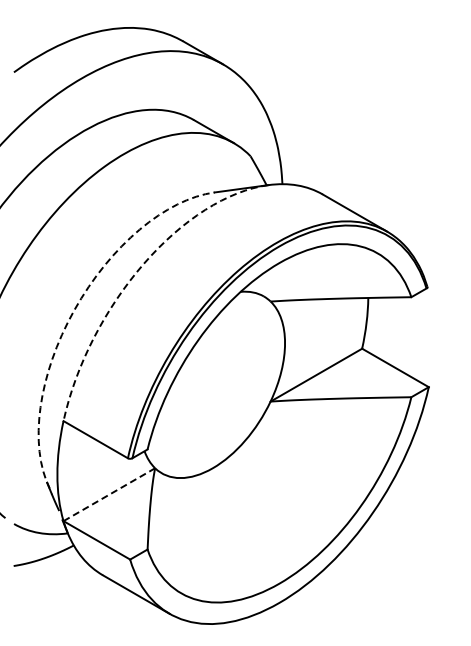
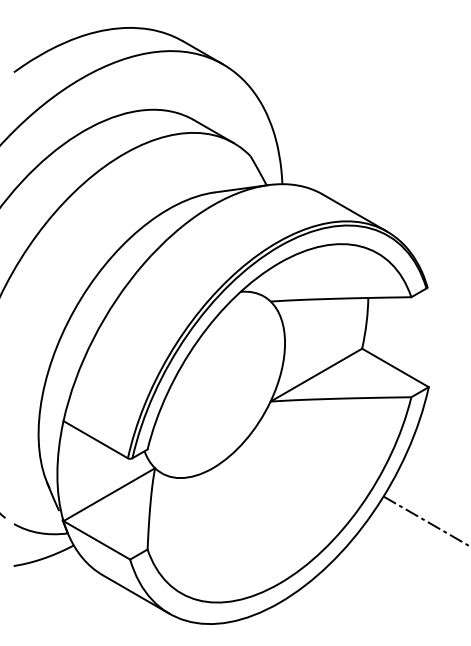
arc at (135, 274): dashed -> solid
arc at (74, 309): dashed -> solid
line at (109, 494): dashed -> solid
line at (425, 520): none -> present
